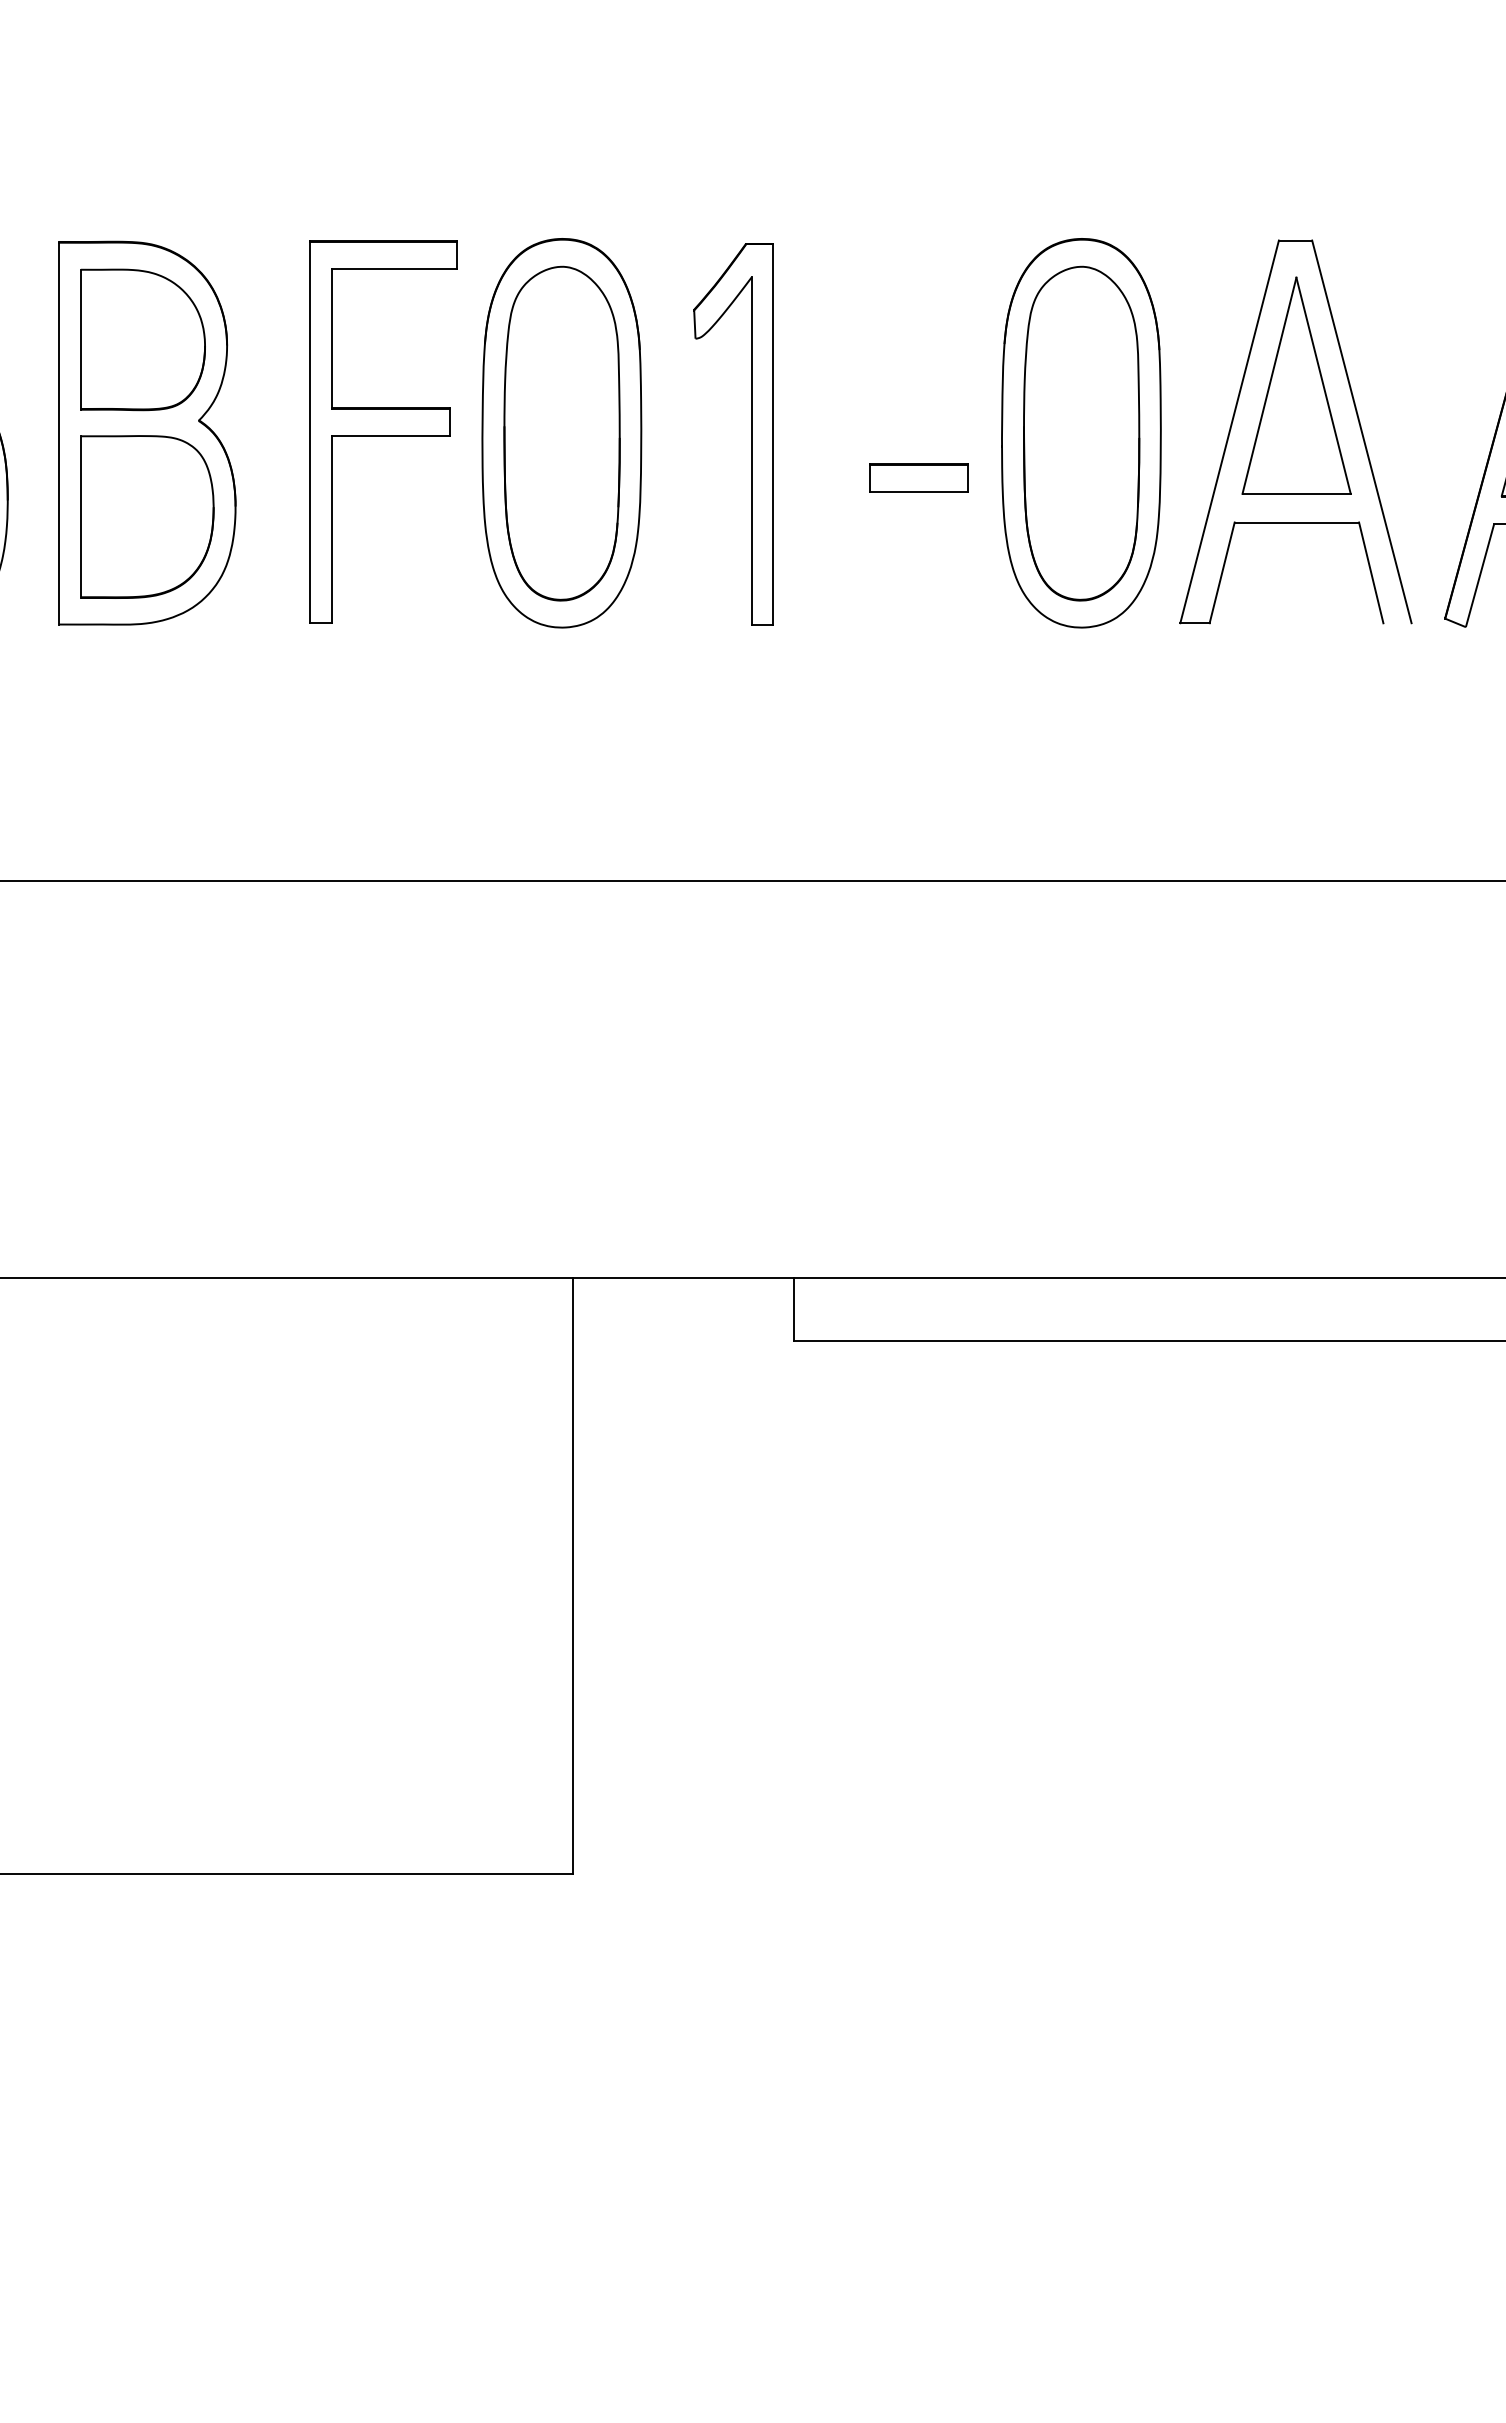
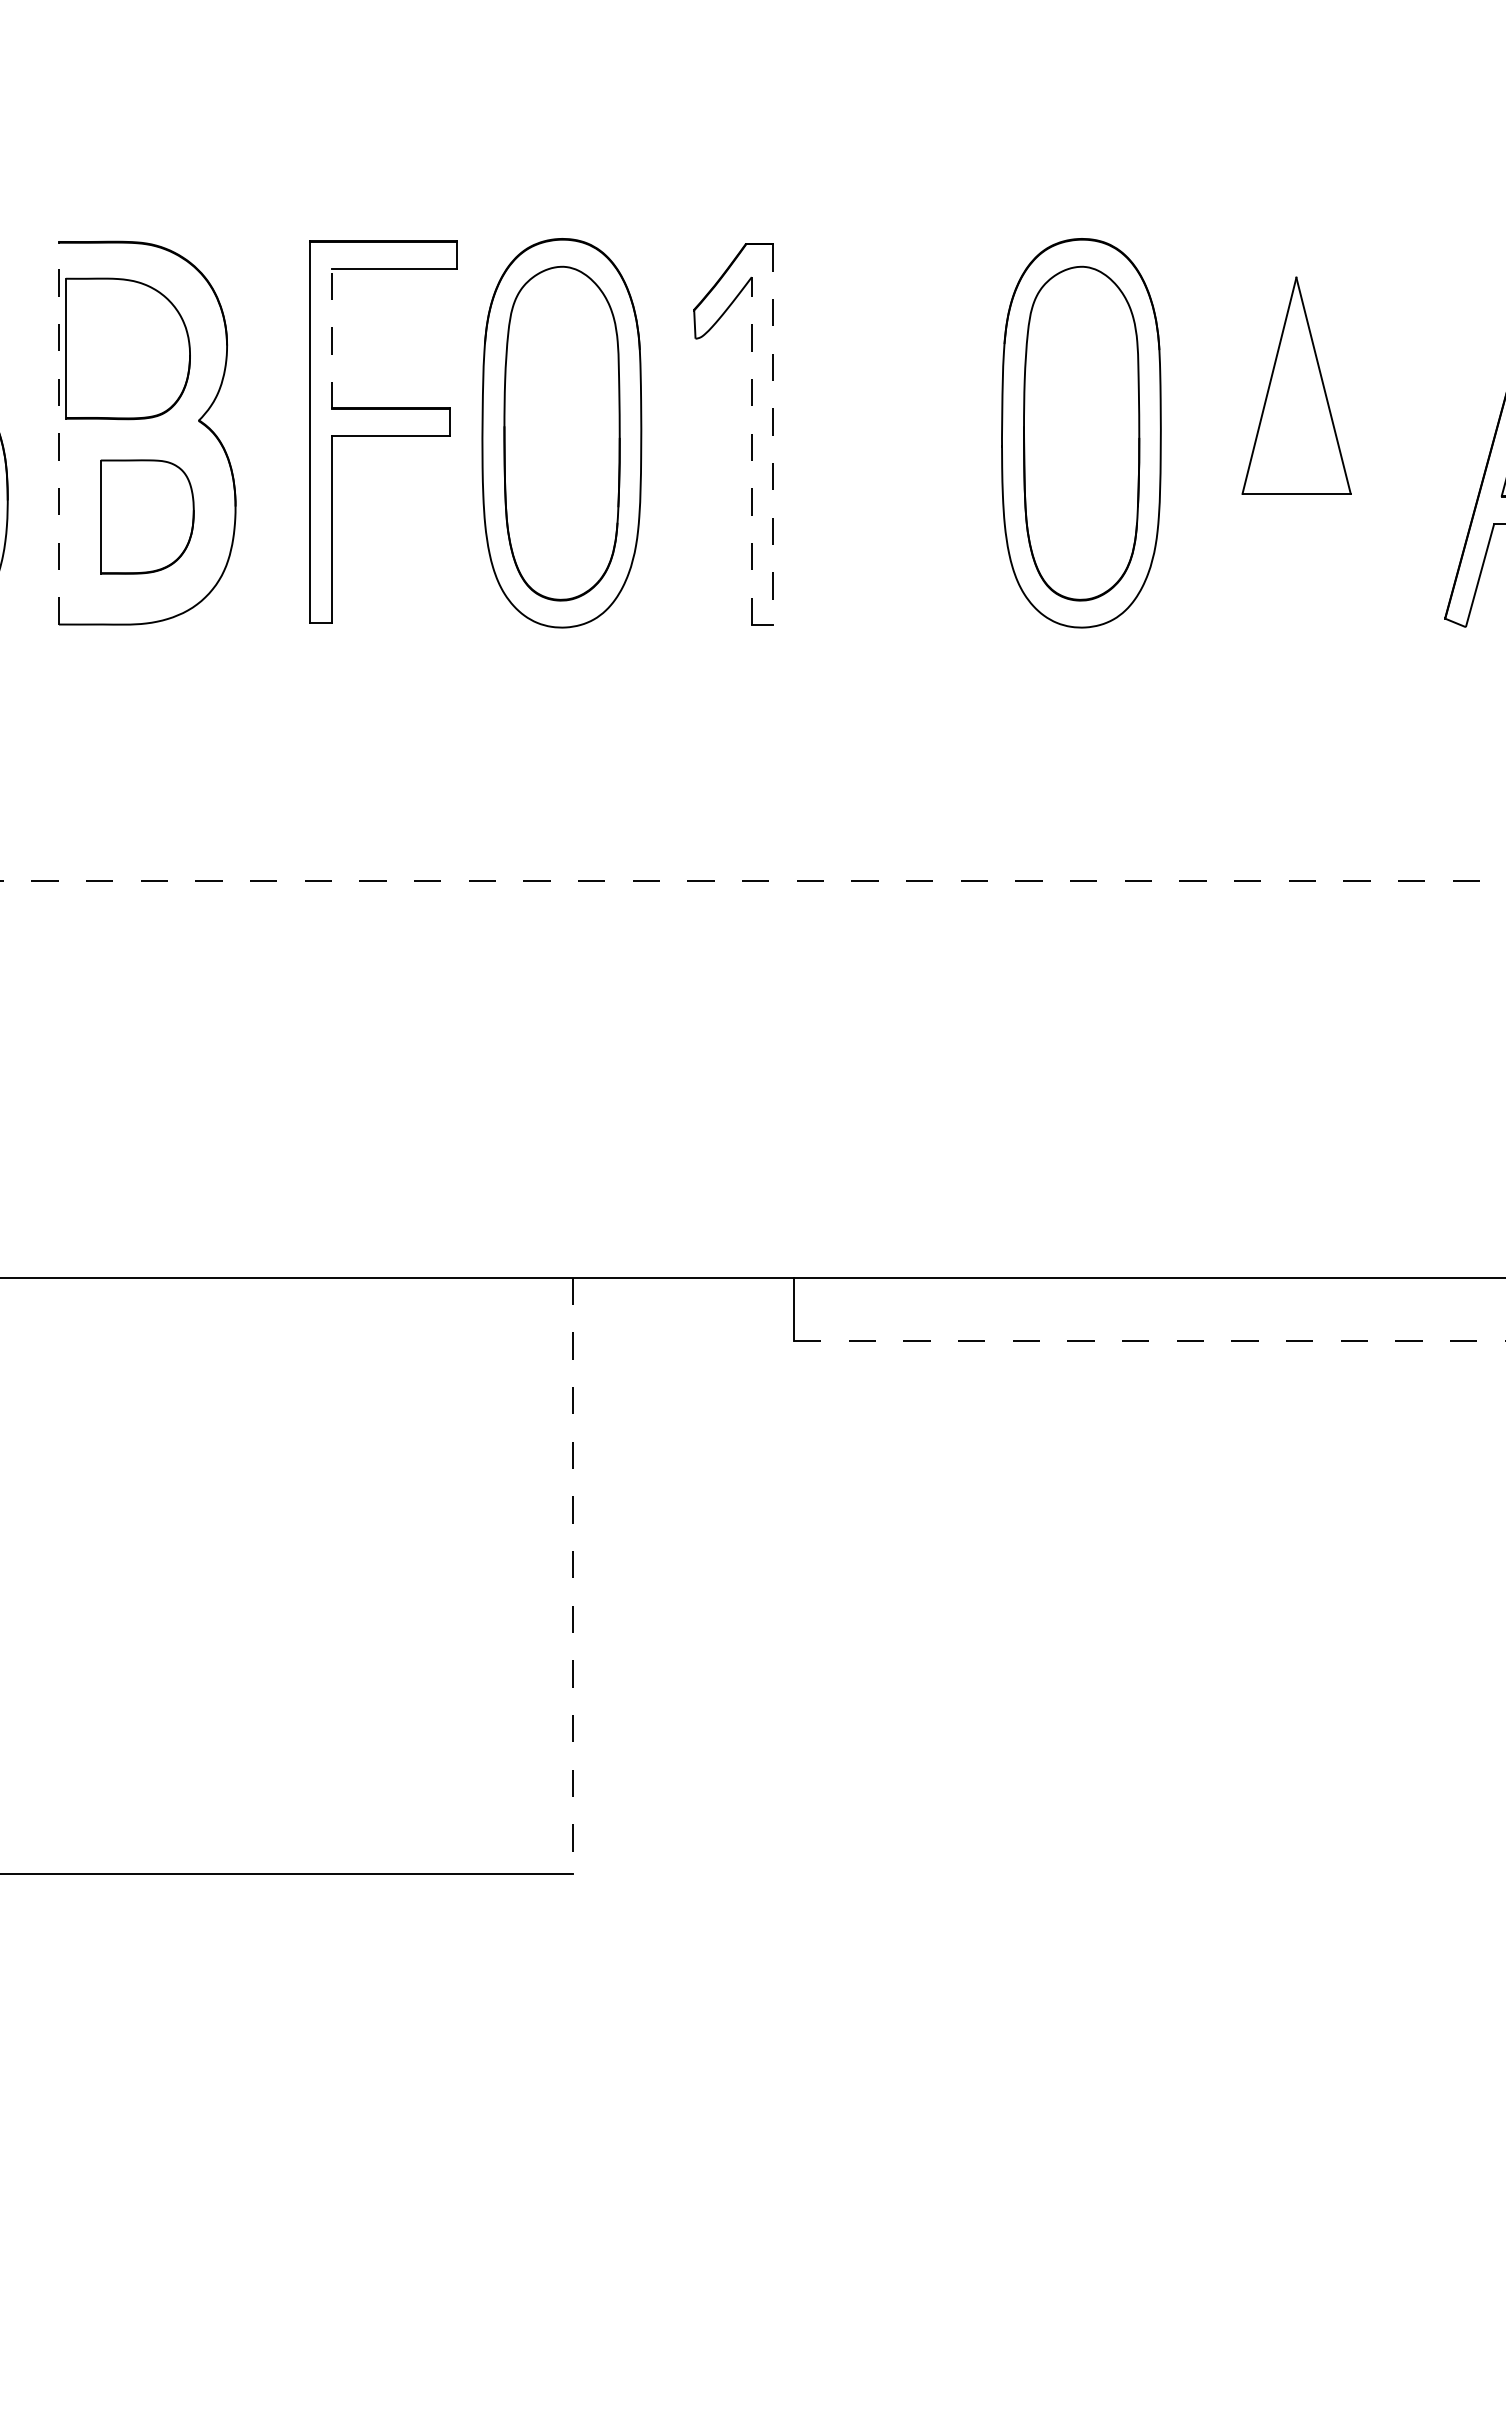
part at (142, 339) position: (142, 339) -> (127, 348)
line at (331, 339): solid -> dashed
part at (1234, 417): present -> none
line at (58, 433): solid -> dashed
line at (773, 435): solid -> dashed
line at (751, 451): solid -> dashed
part at (918, 477): present -> none
part at (147, 516) size: 135x164 px -> 95x116 px
line at (752, 880): solid -> dashed
line at (1149, 1341): solid -> dashed
line at (573, 1576): solid -> dashed
